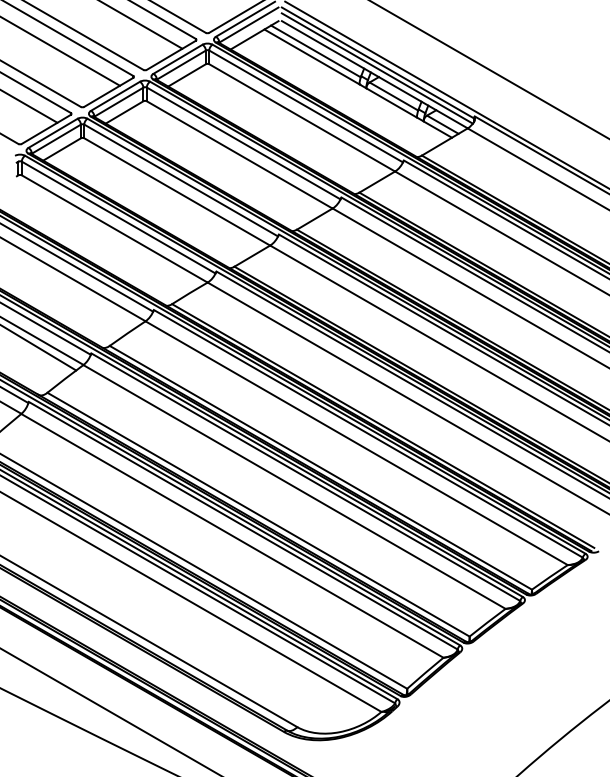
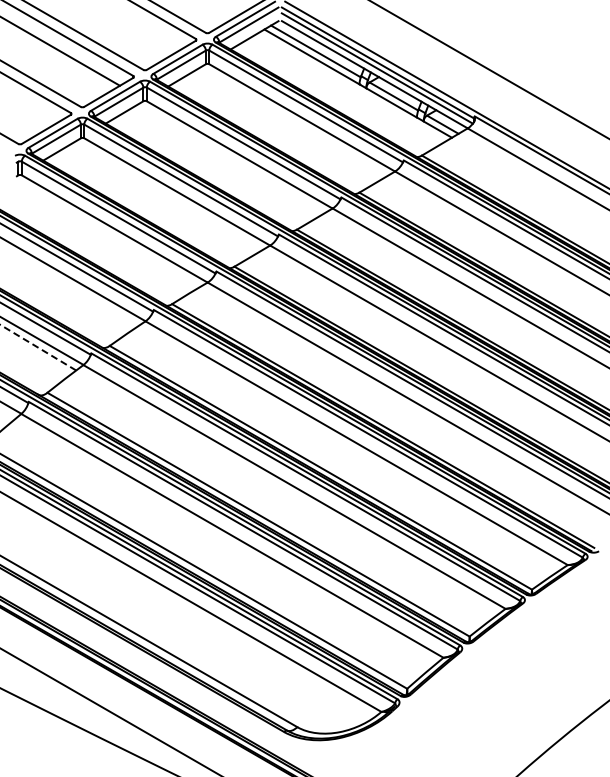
line at (141, 25): present -> none
line at (29, 106): present -> none
line at (38, 347): solid -> dashed
